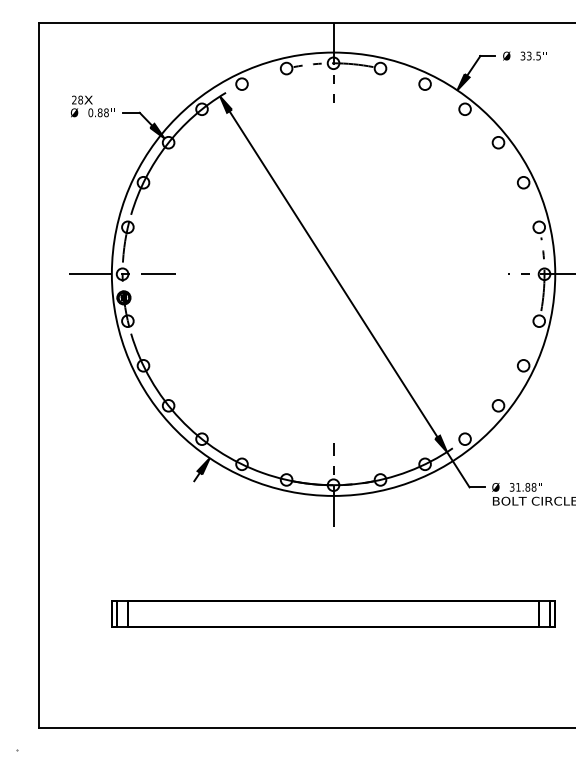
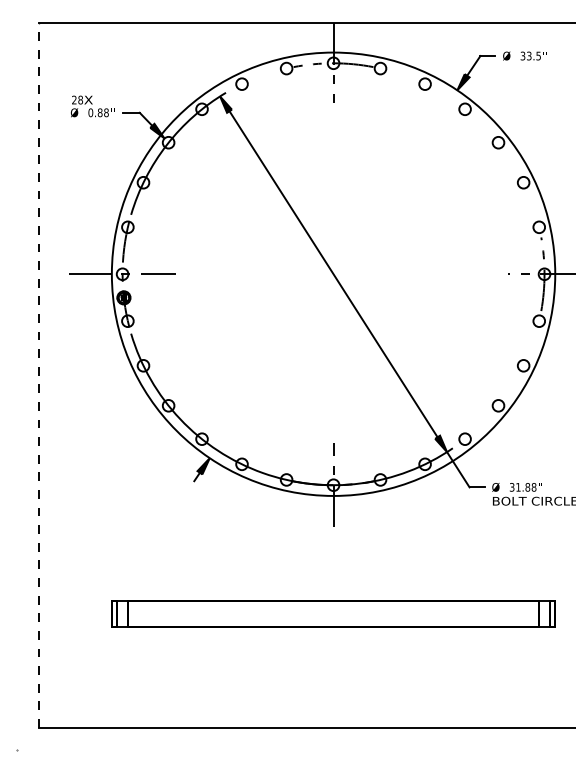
line at (39, 375): solid -> dashed
